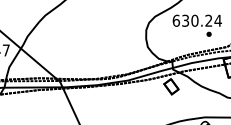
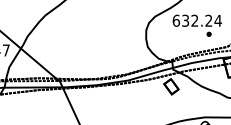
text at (194, 20): 630.24 -> 632.24
